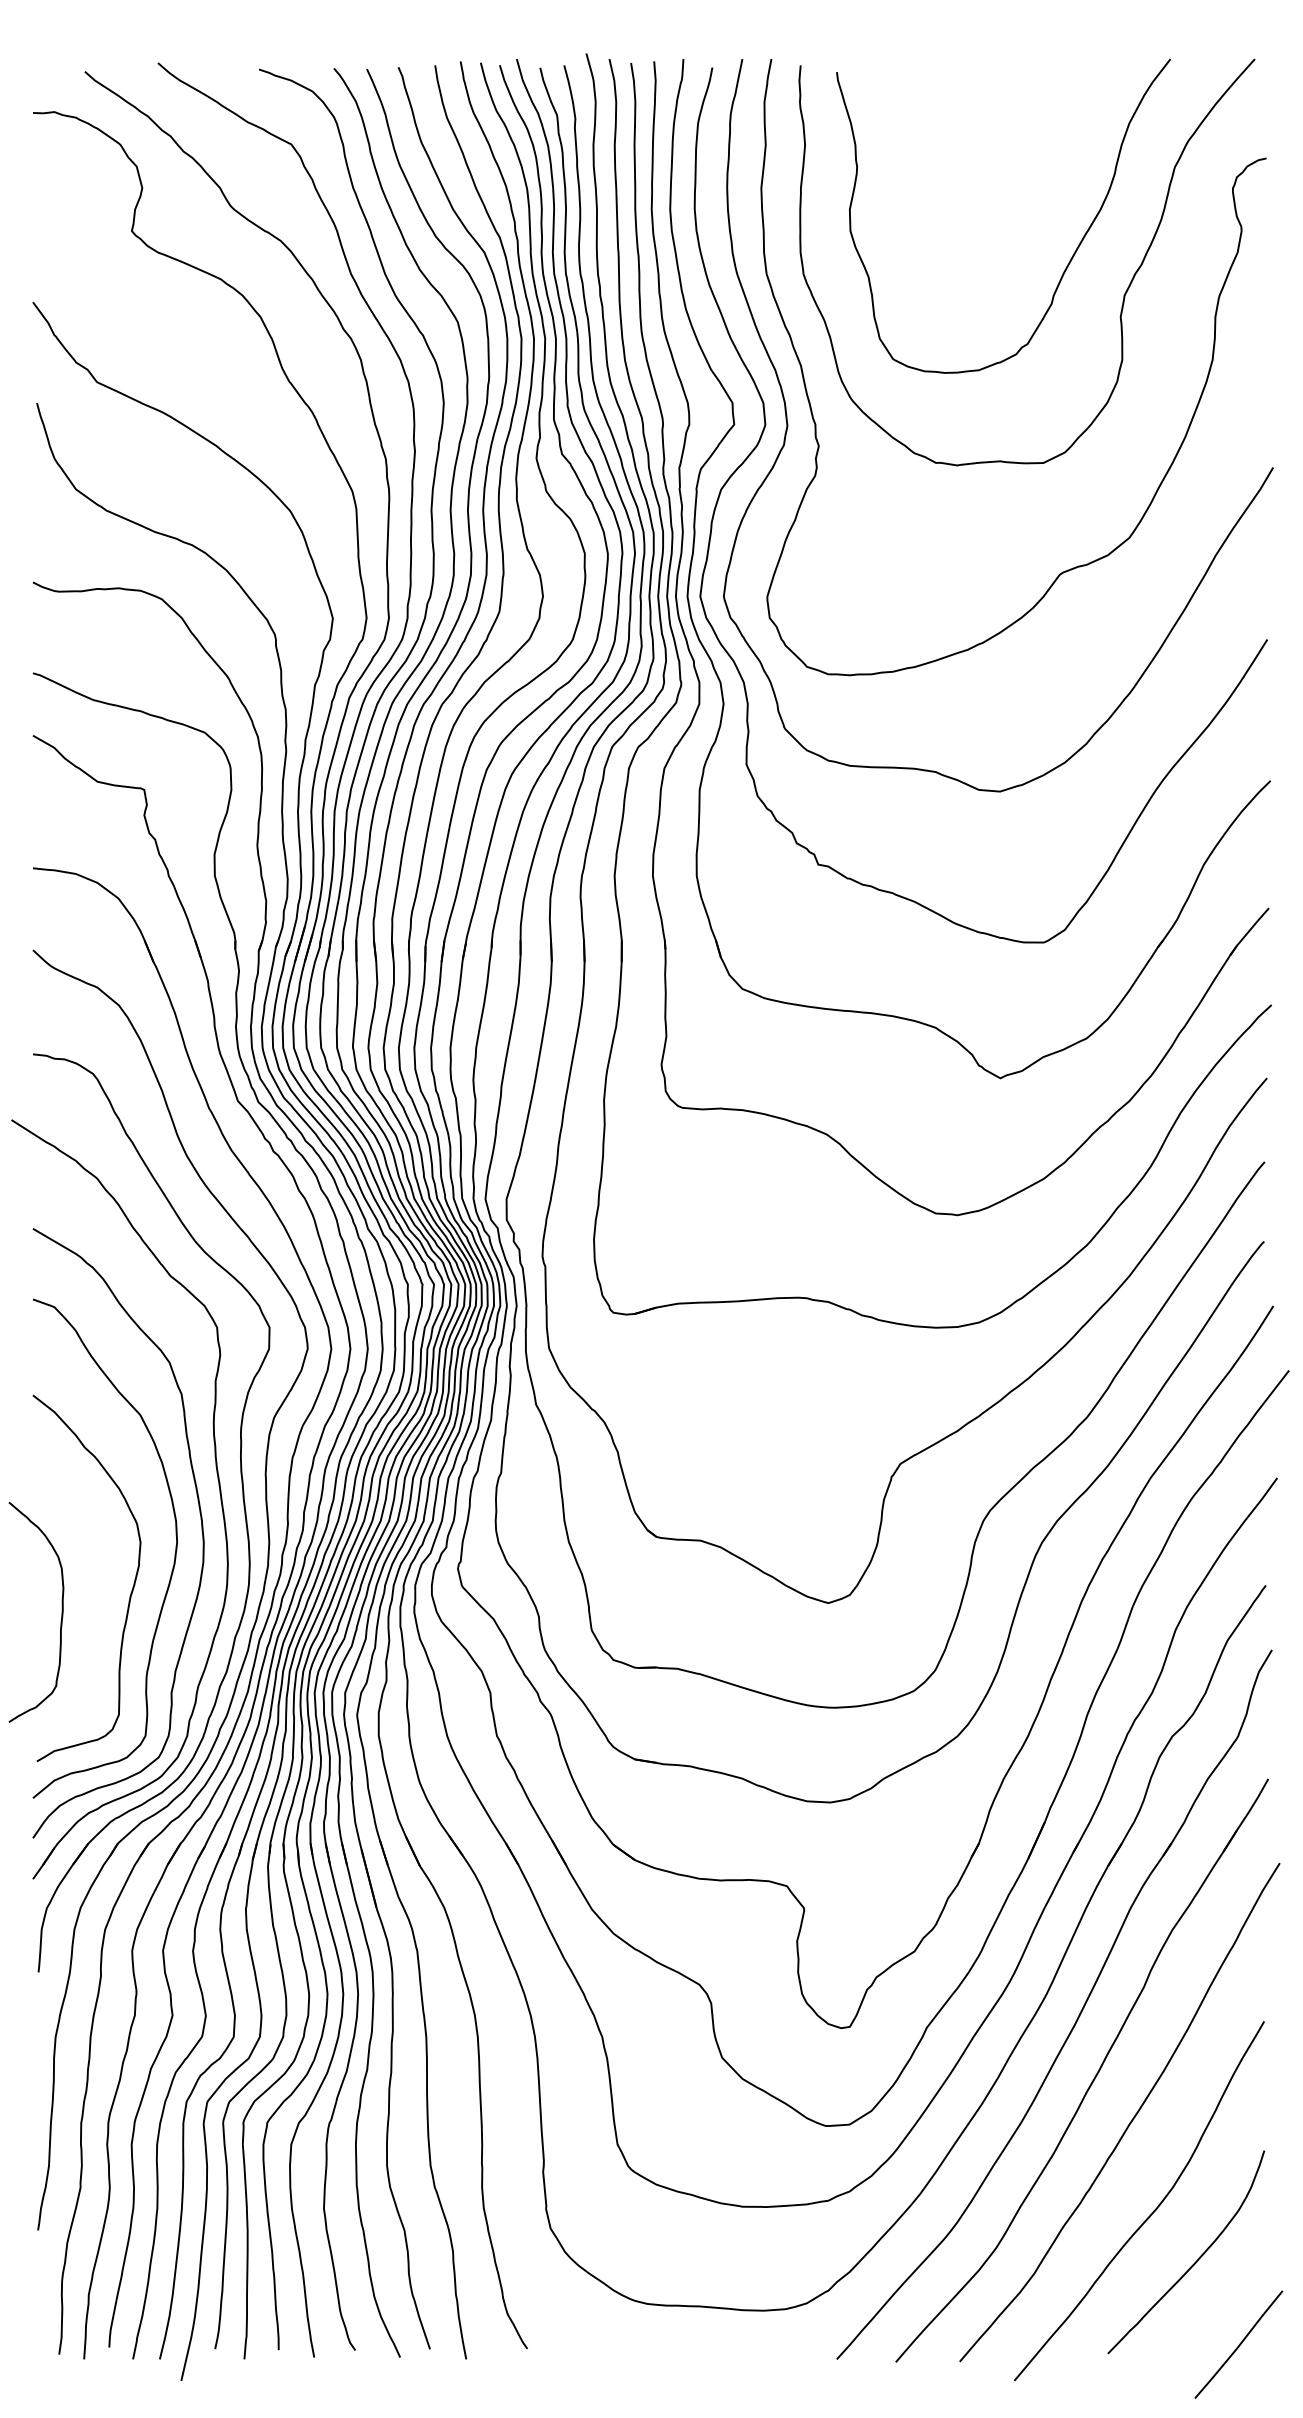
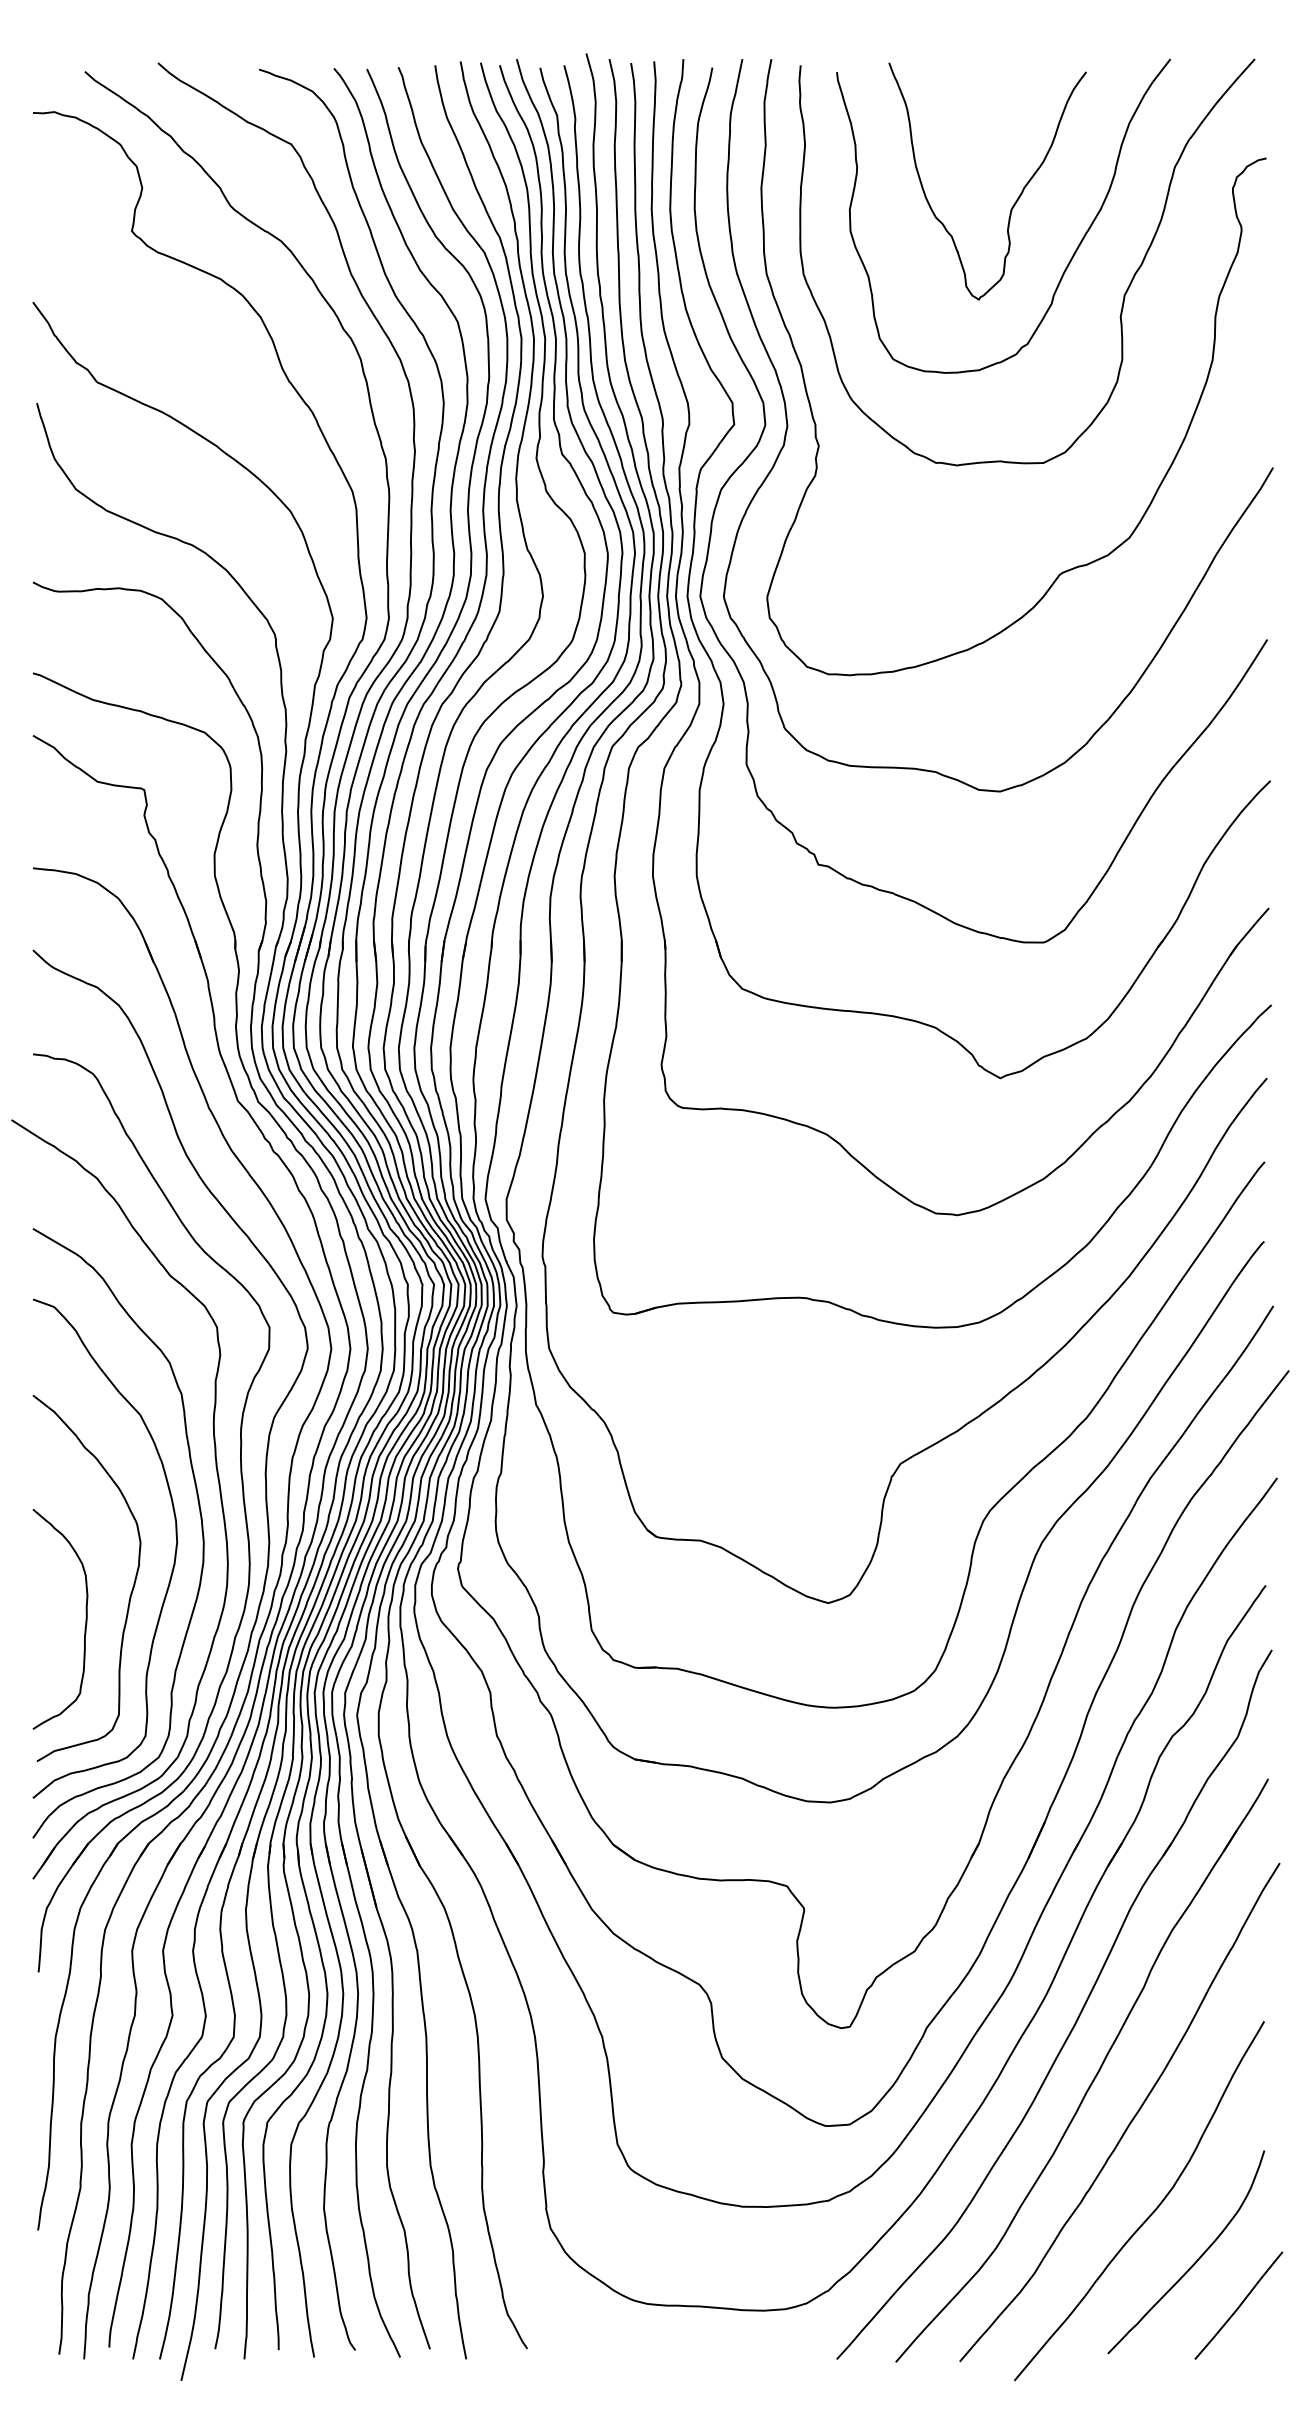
curve at (1016, 199): none -> present
curve at (61, 1611) position: (61, 1611) -> (85, 1618)
line at (1239, 2344) position: (1239, 2344) -> (1239, 2305)
